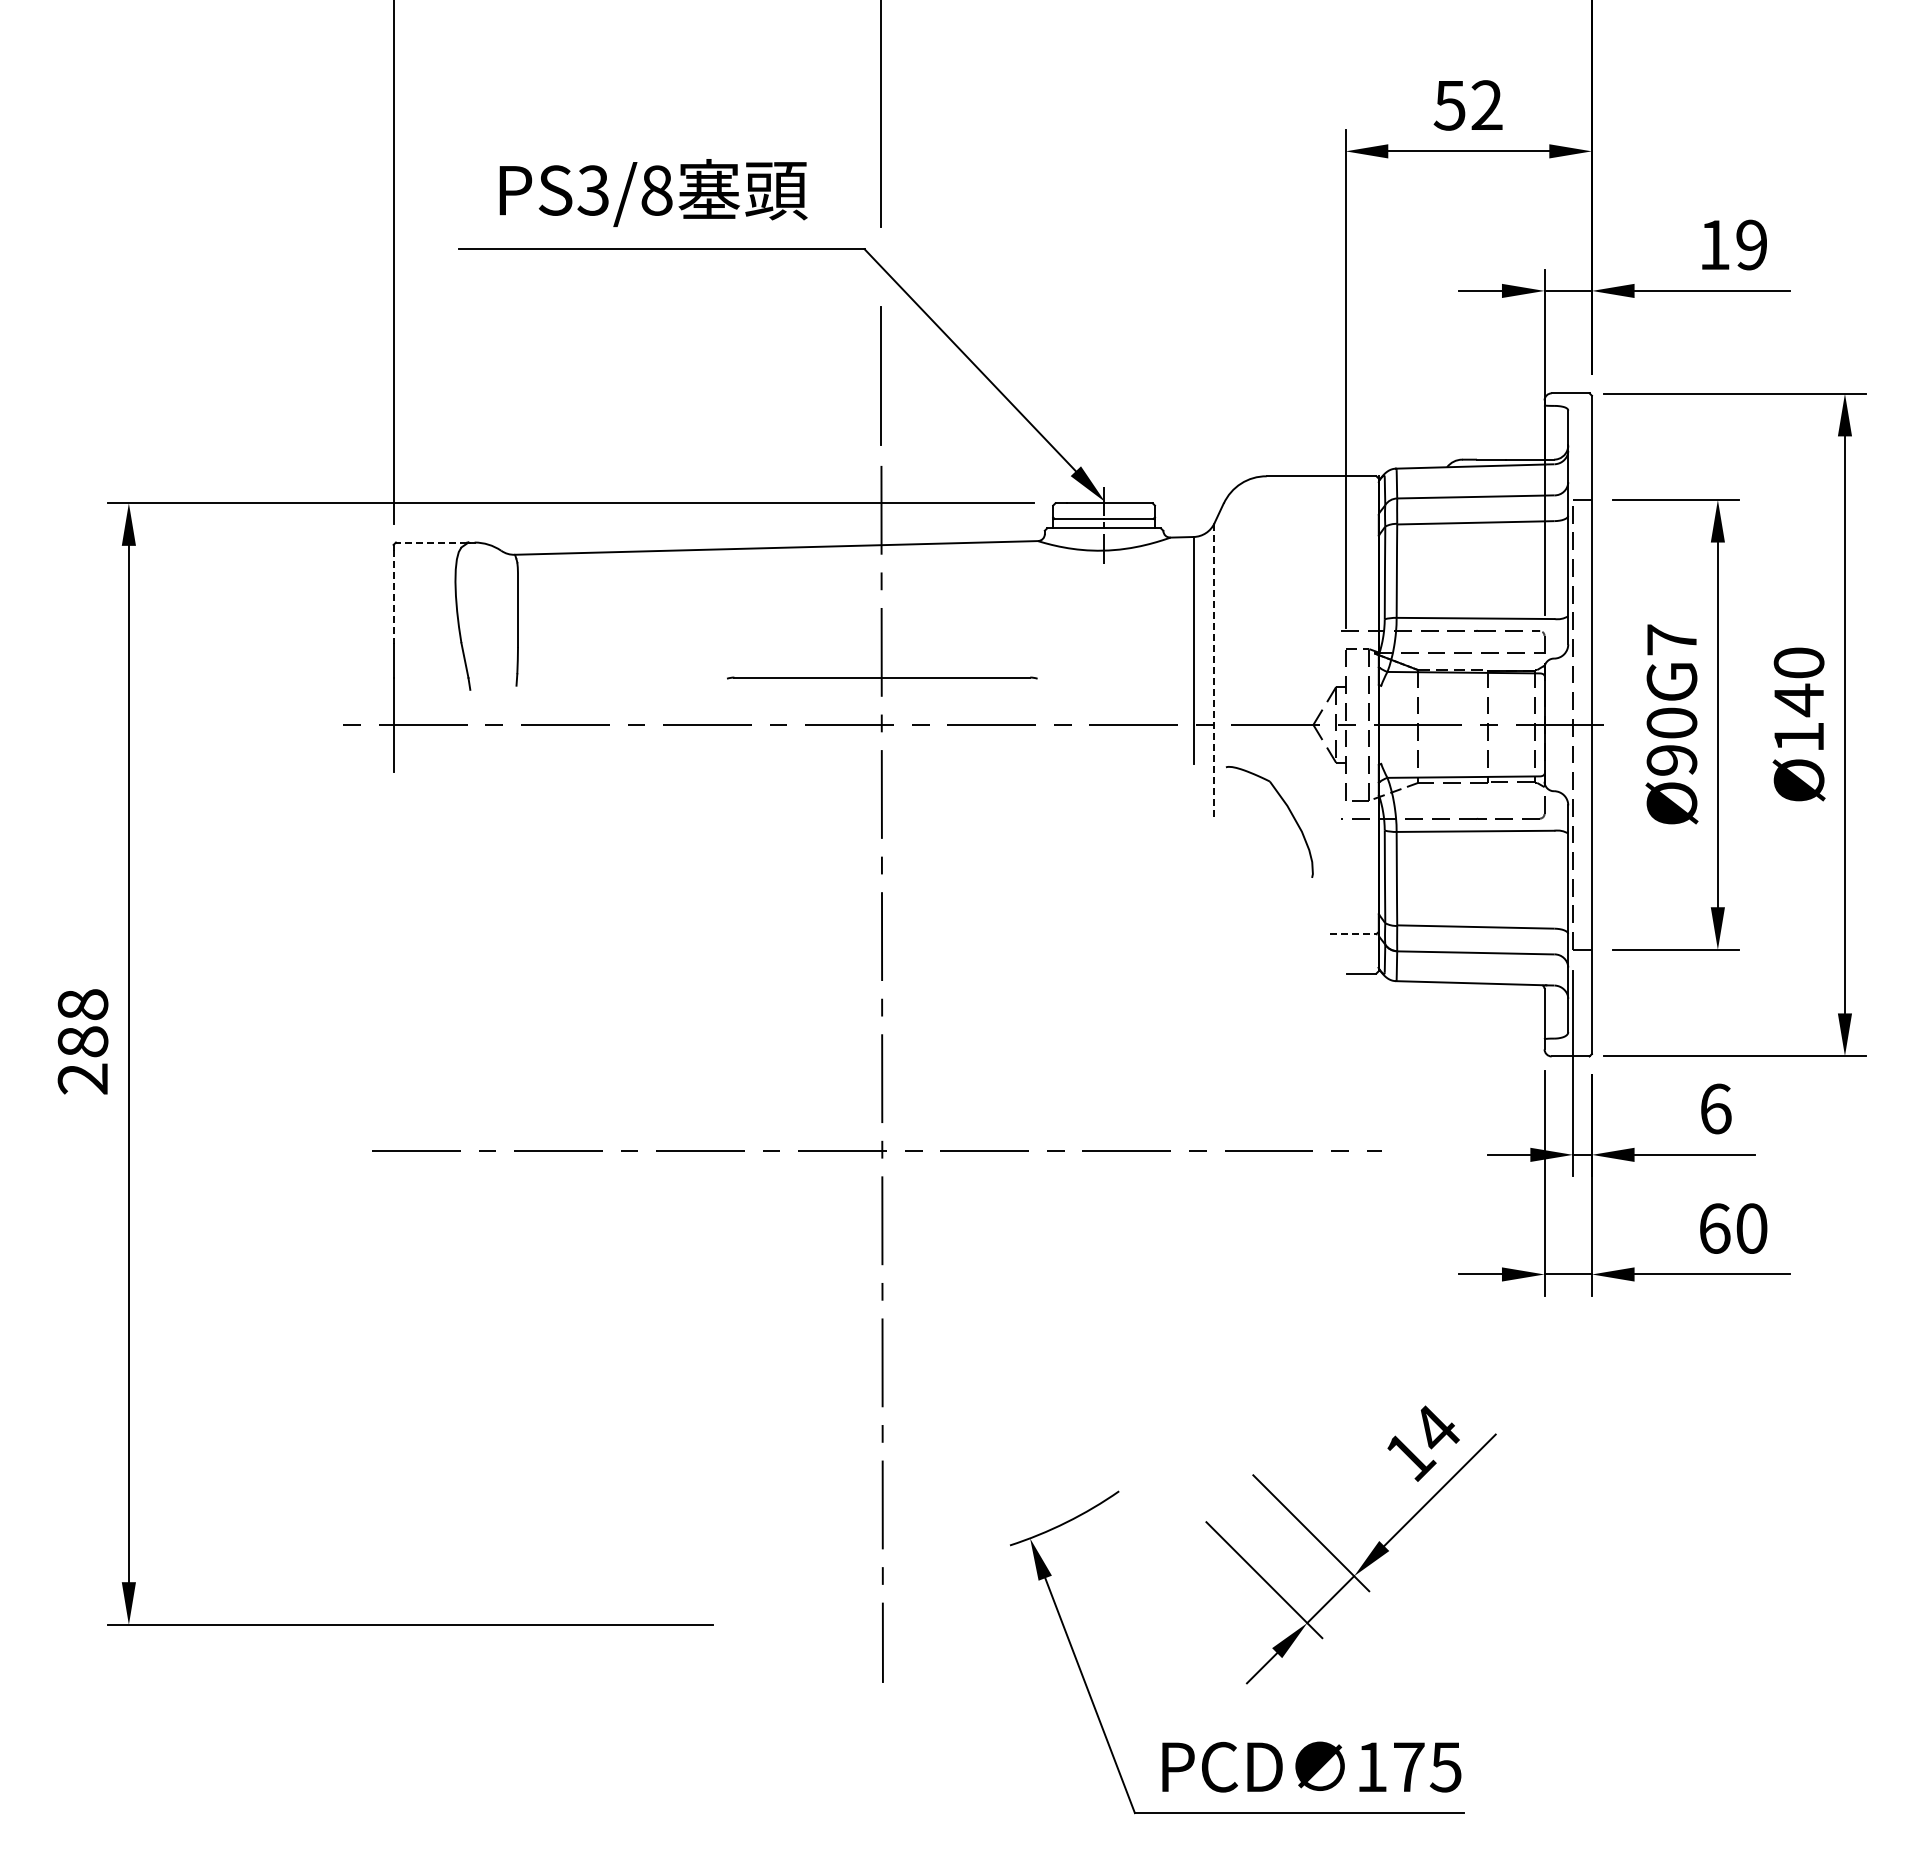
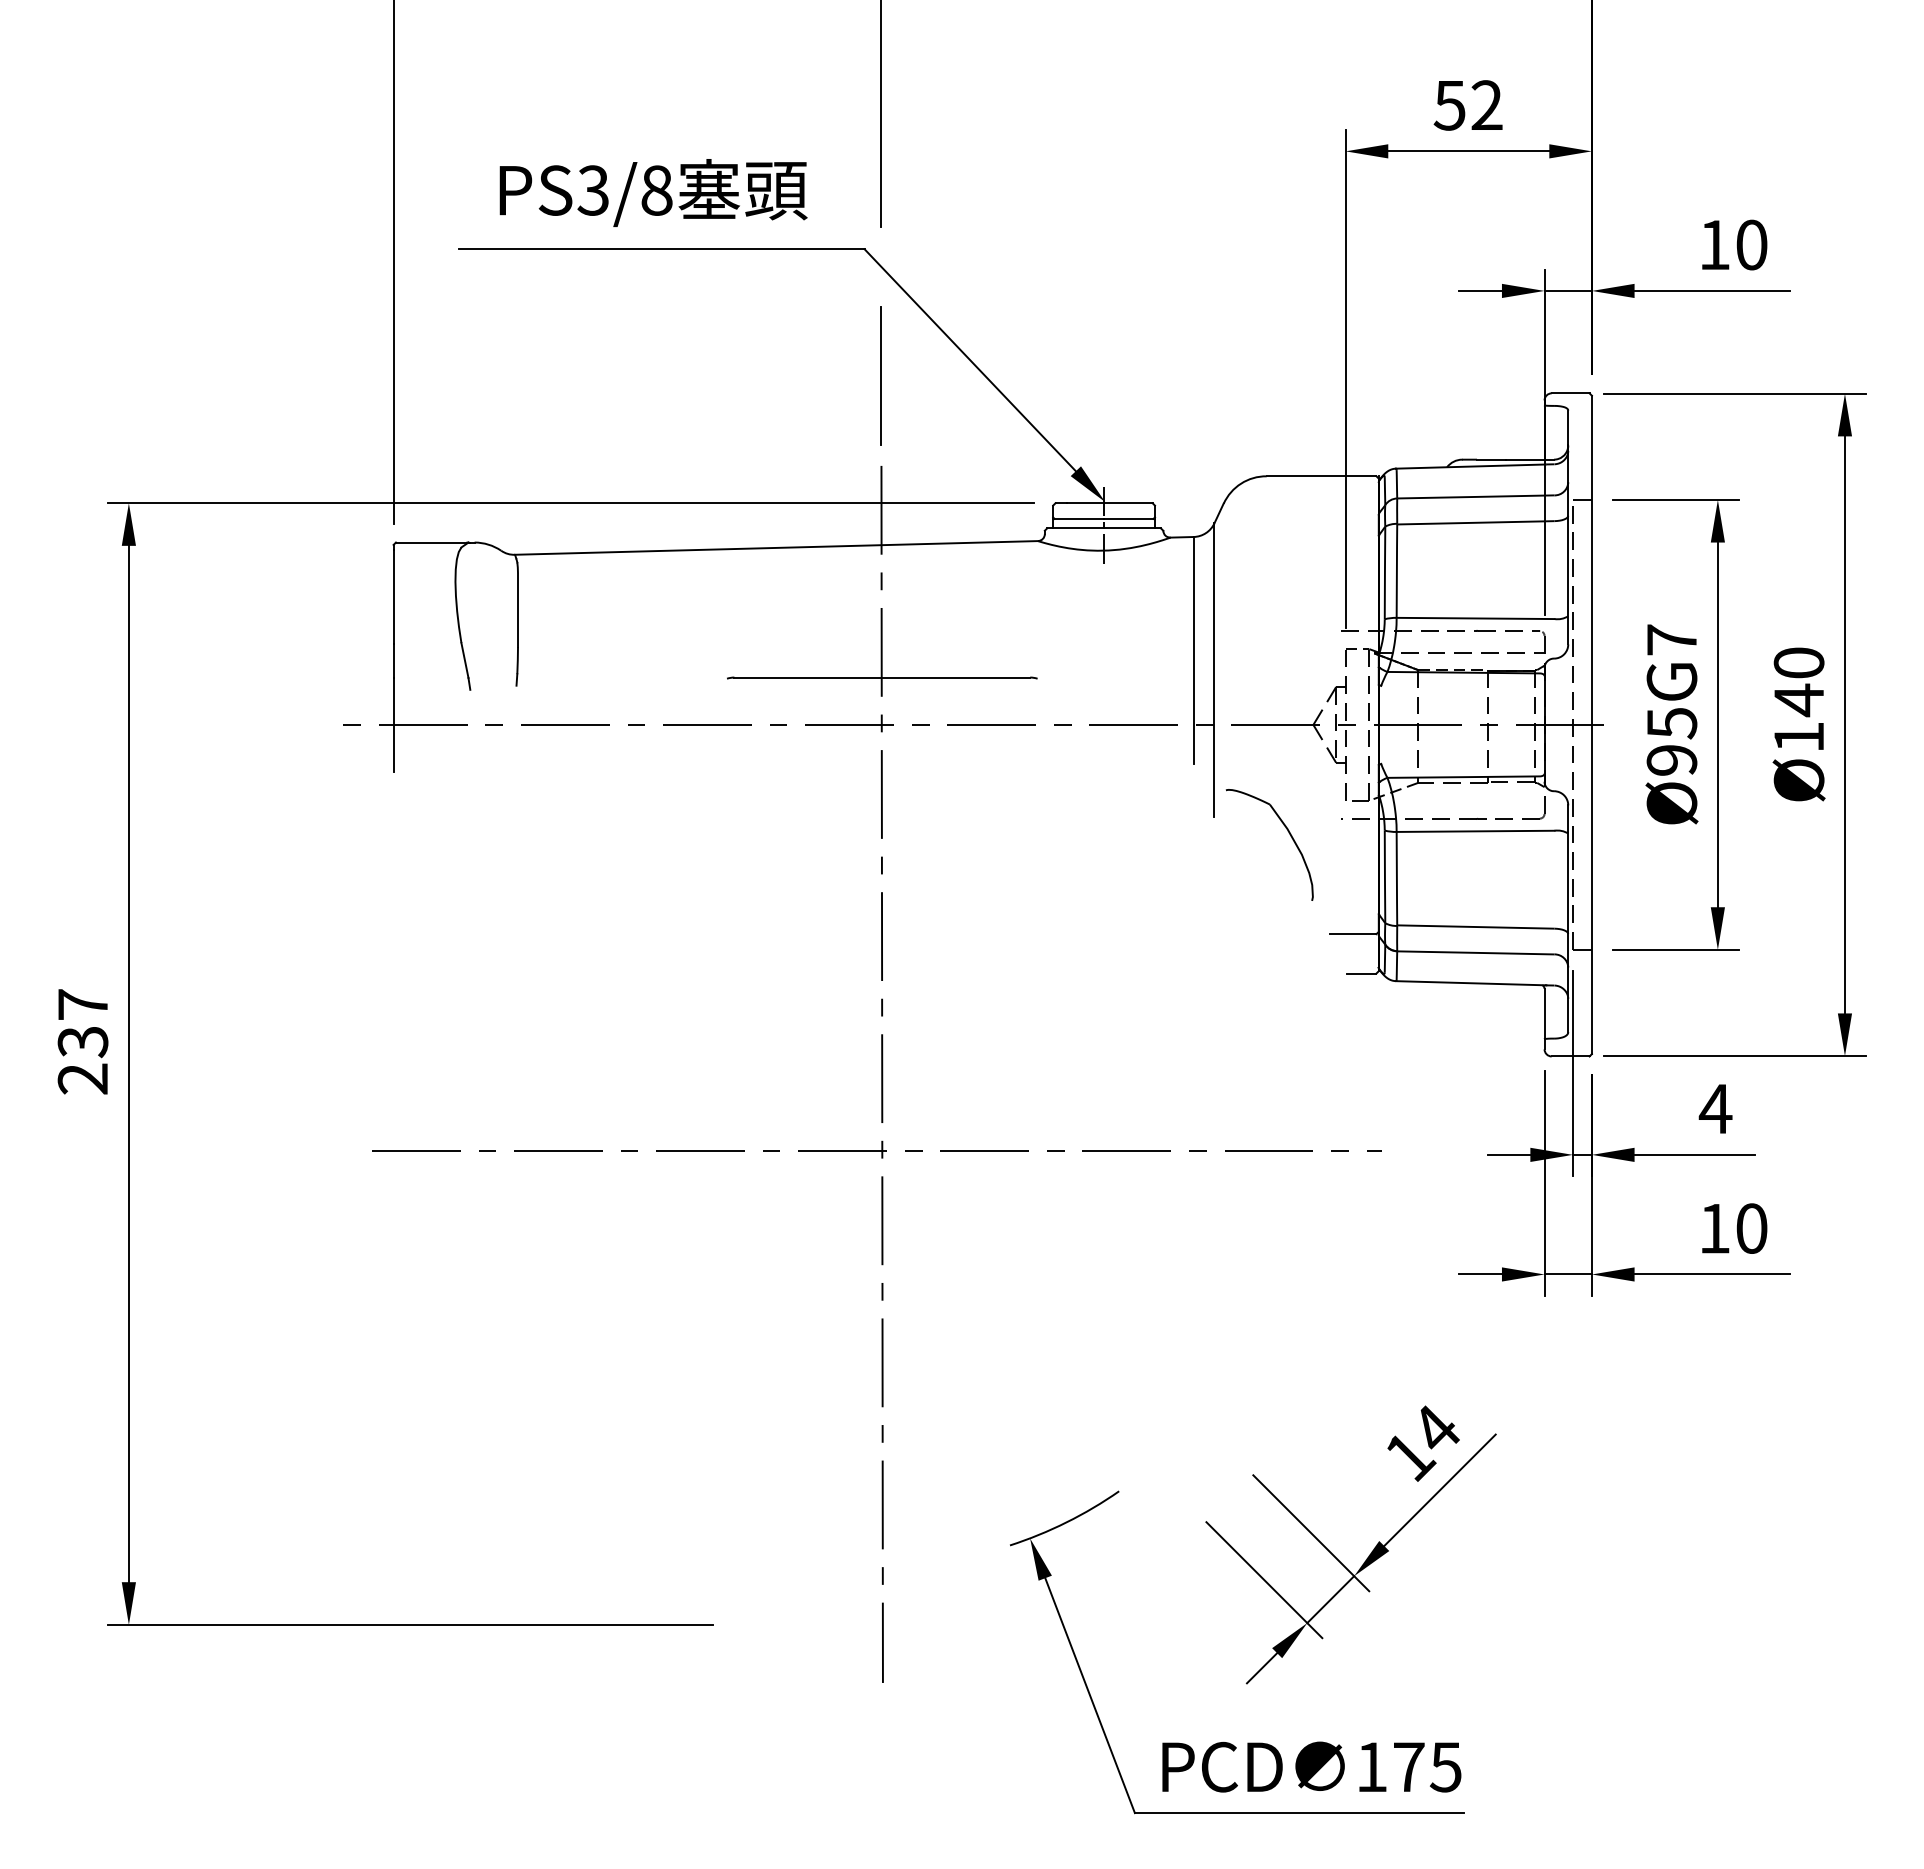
text at (1751, 244): 19 -> 10
line at (431, 542): dashed -> solid
line at (393, 596): dashed -> solid
line at (1214, 670): dashed -> solid
text at (1671, 723): Ø90G7 -> Ø95G7
part at (1288, 810) position: (1288, 810) -> (1288, 833)
line at (1353, 934): dashed -> solid
text at (82, 1023): 288 -> 237
text at (1715, 1108): 6 -> 4
text at (1715, 1228): 60 -> 10
